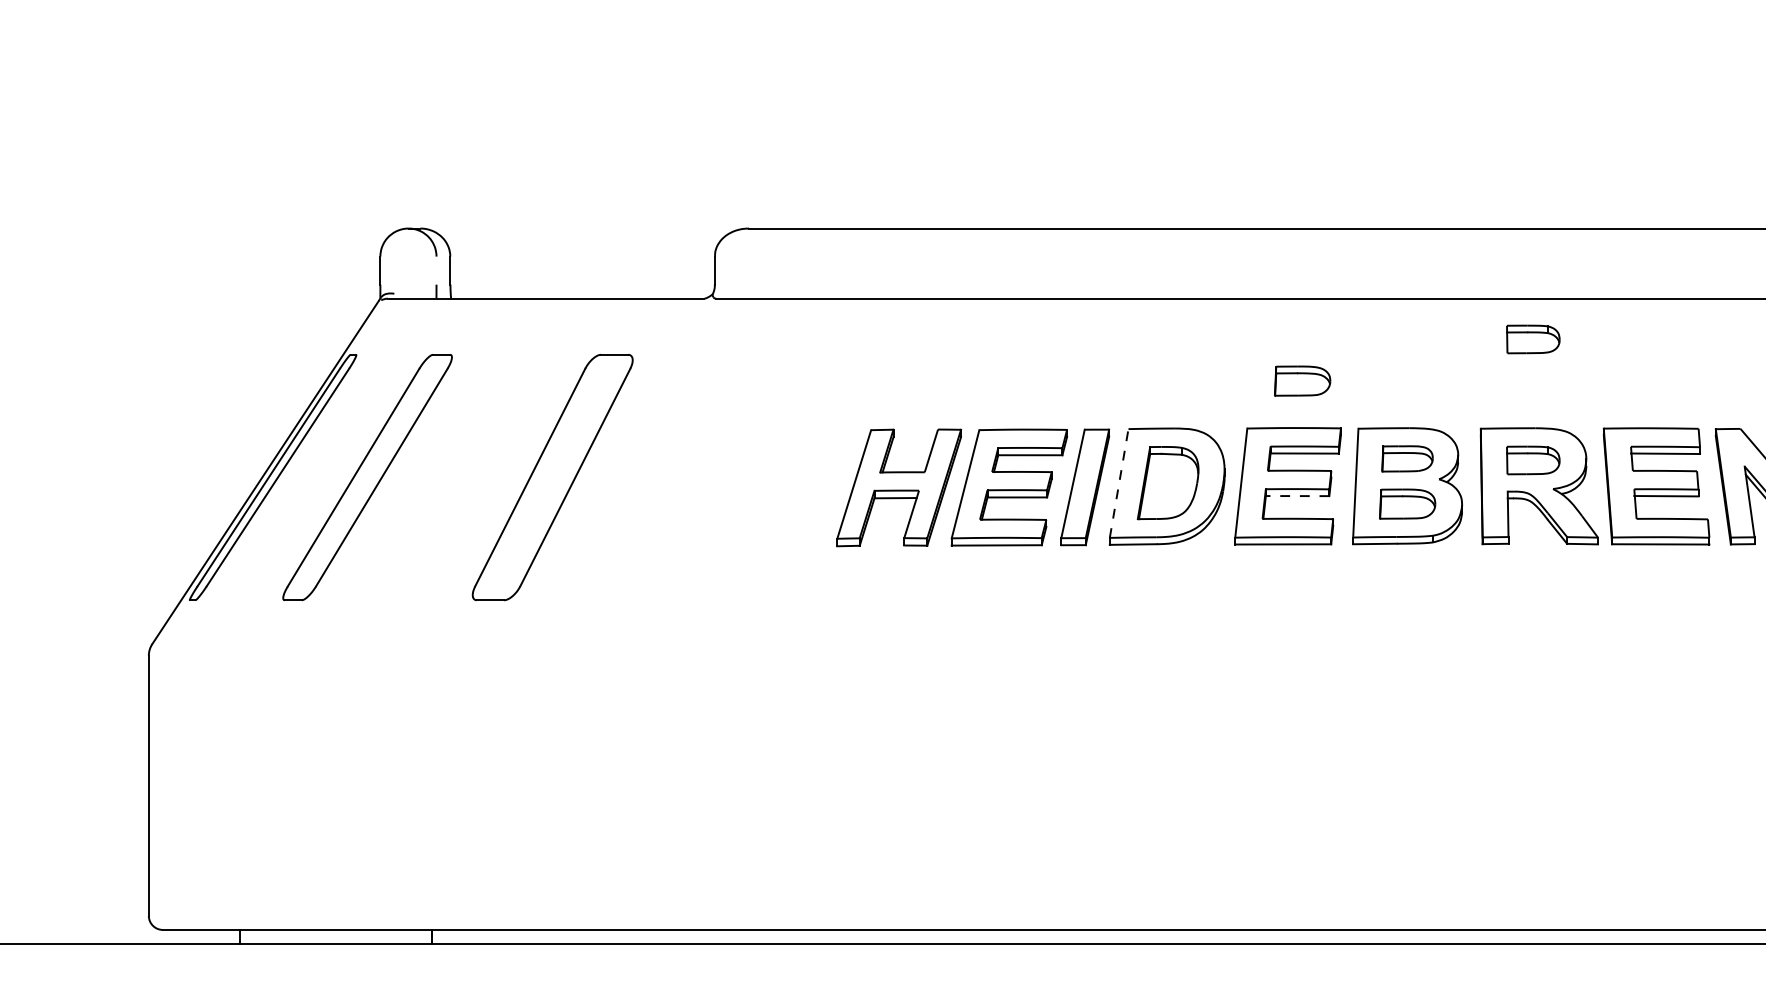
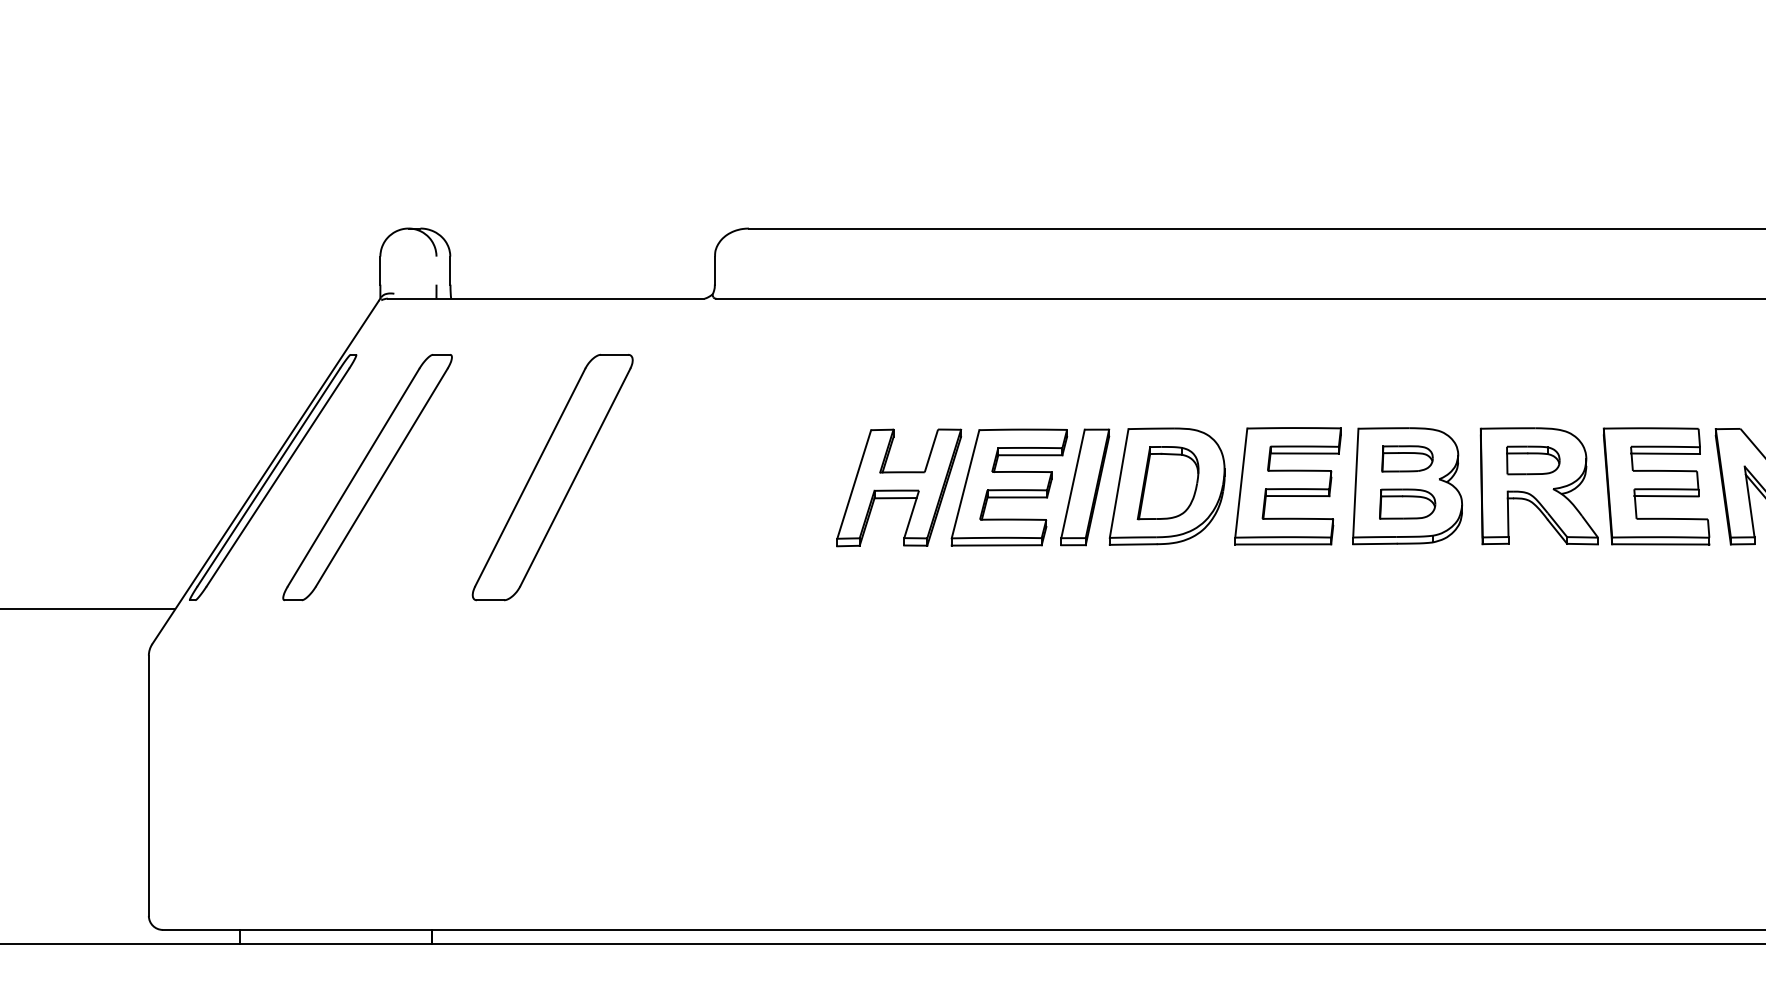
part at (1533, 339): present -> none
part at (1302, 380): present -> none
line at (1119, 483): dashed -> solid
line at (1297, 496): dashed -> solid
line at (88, 609): none -> present
